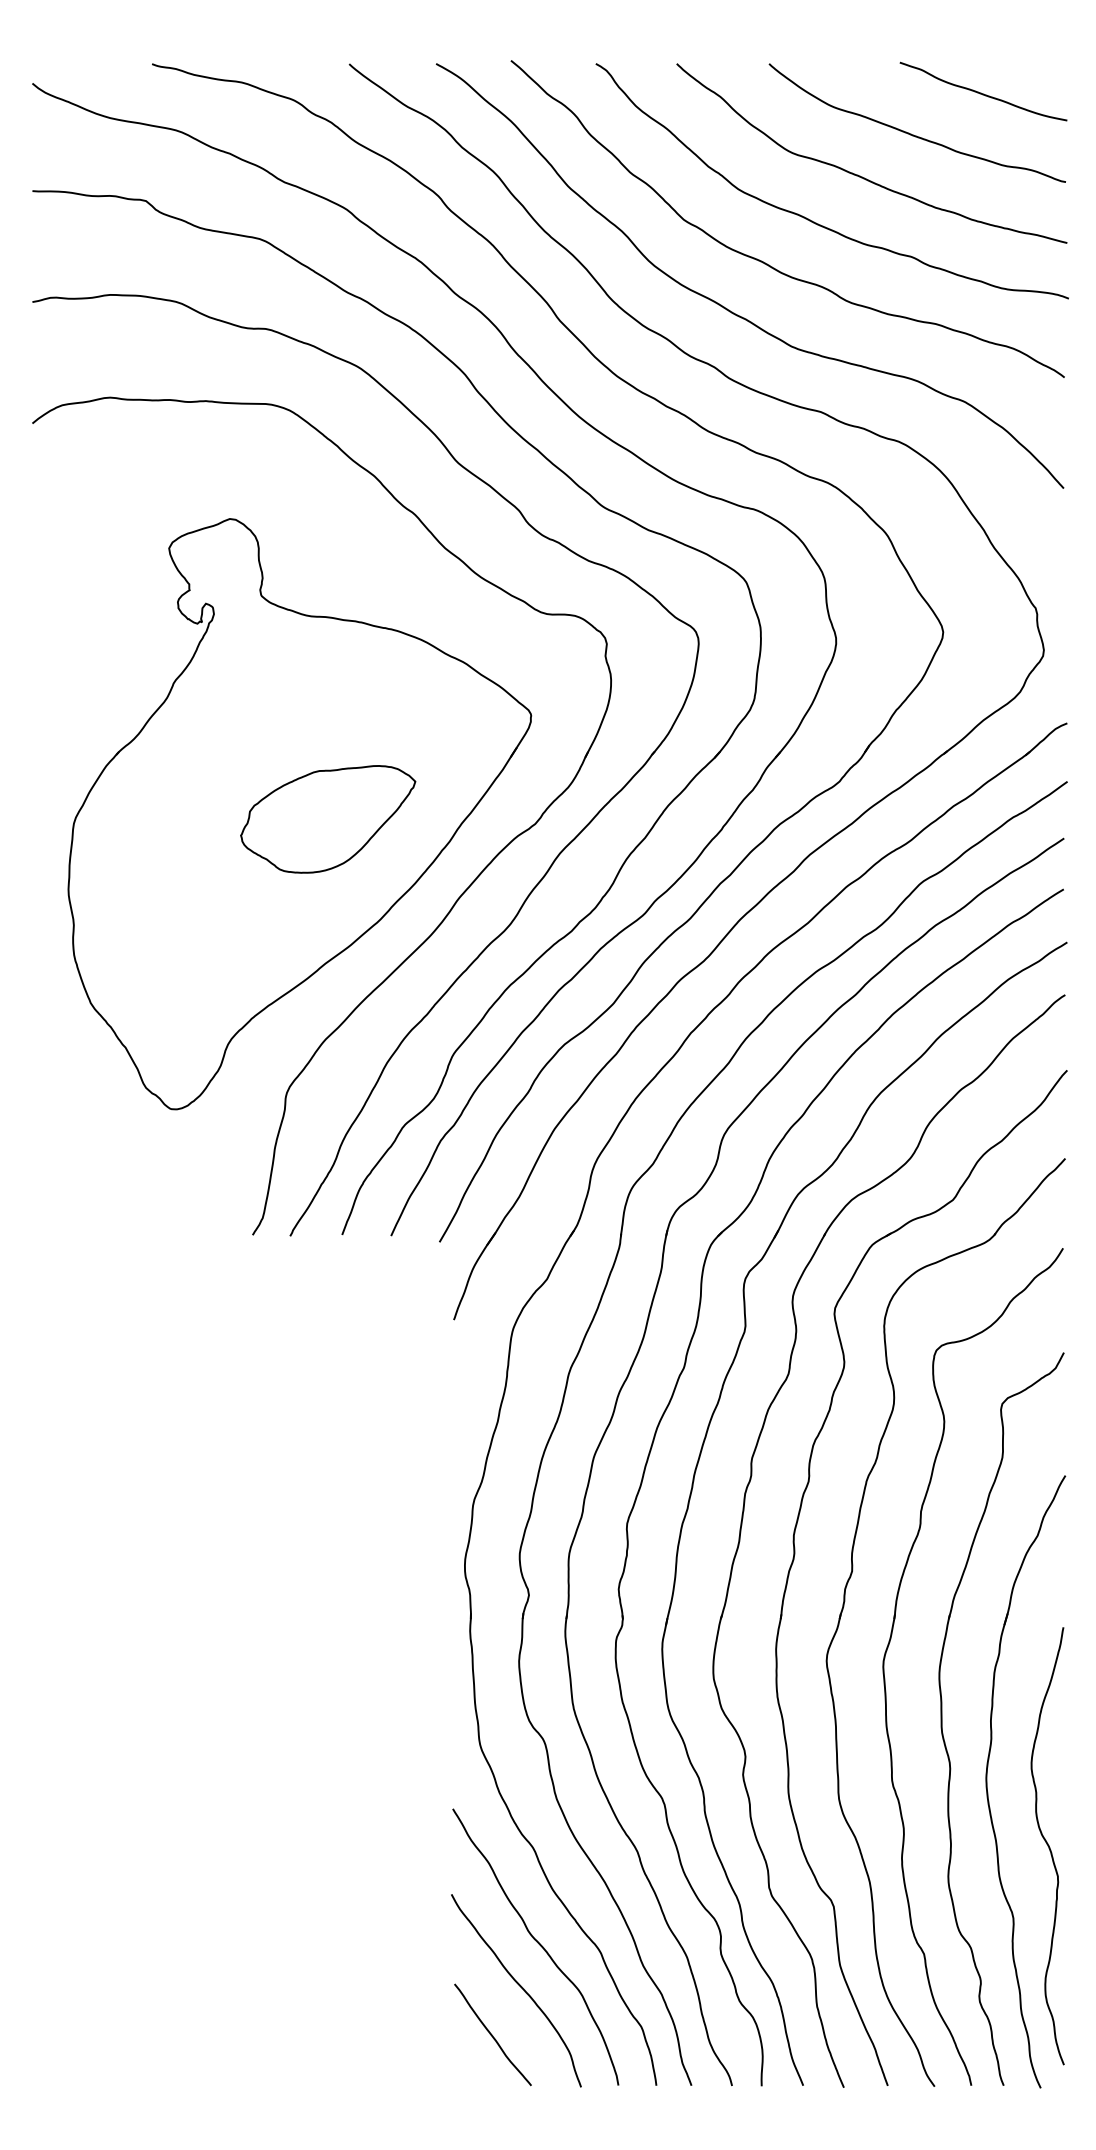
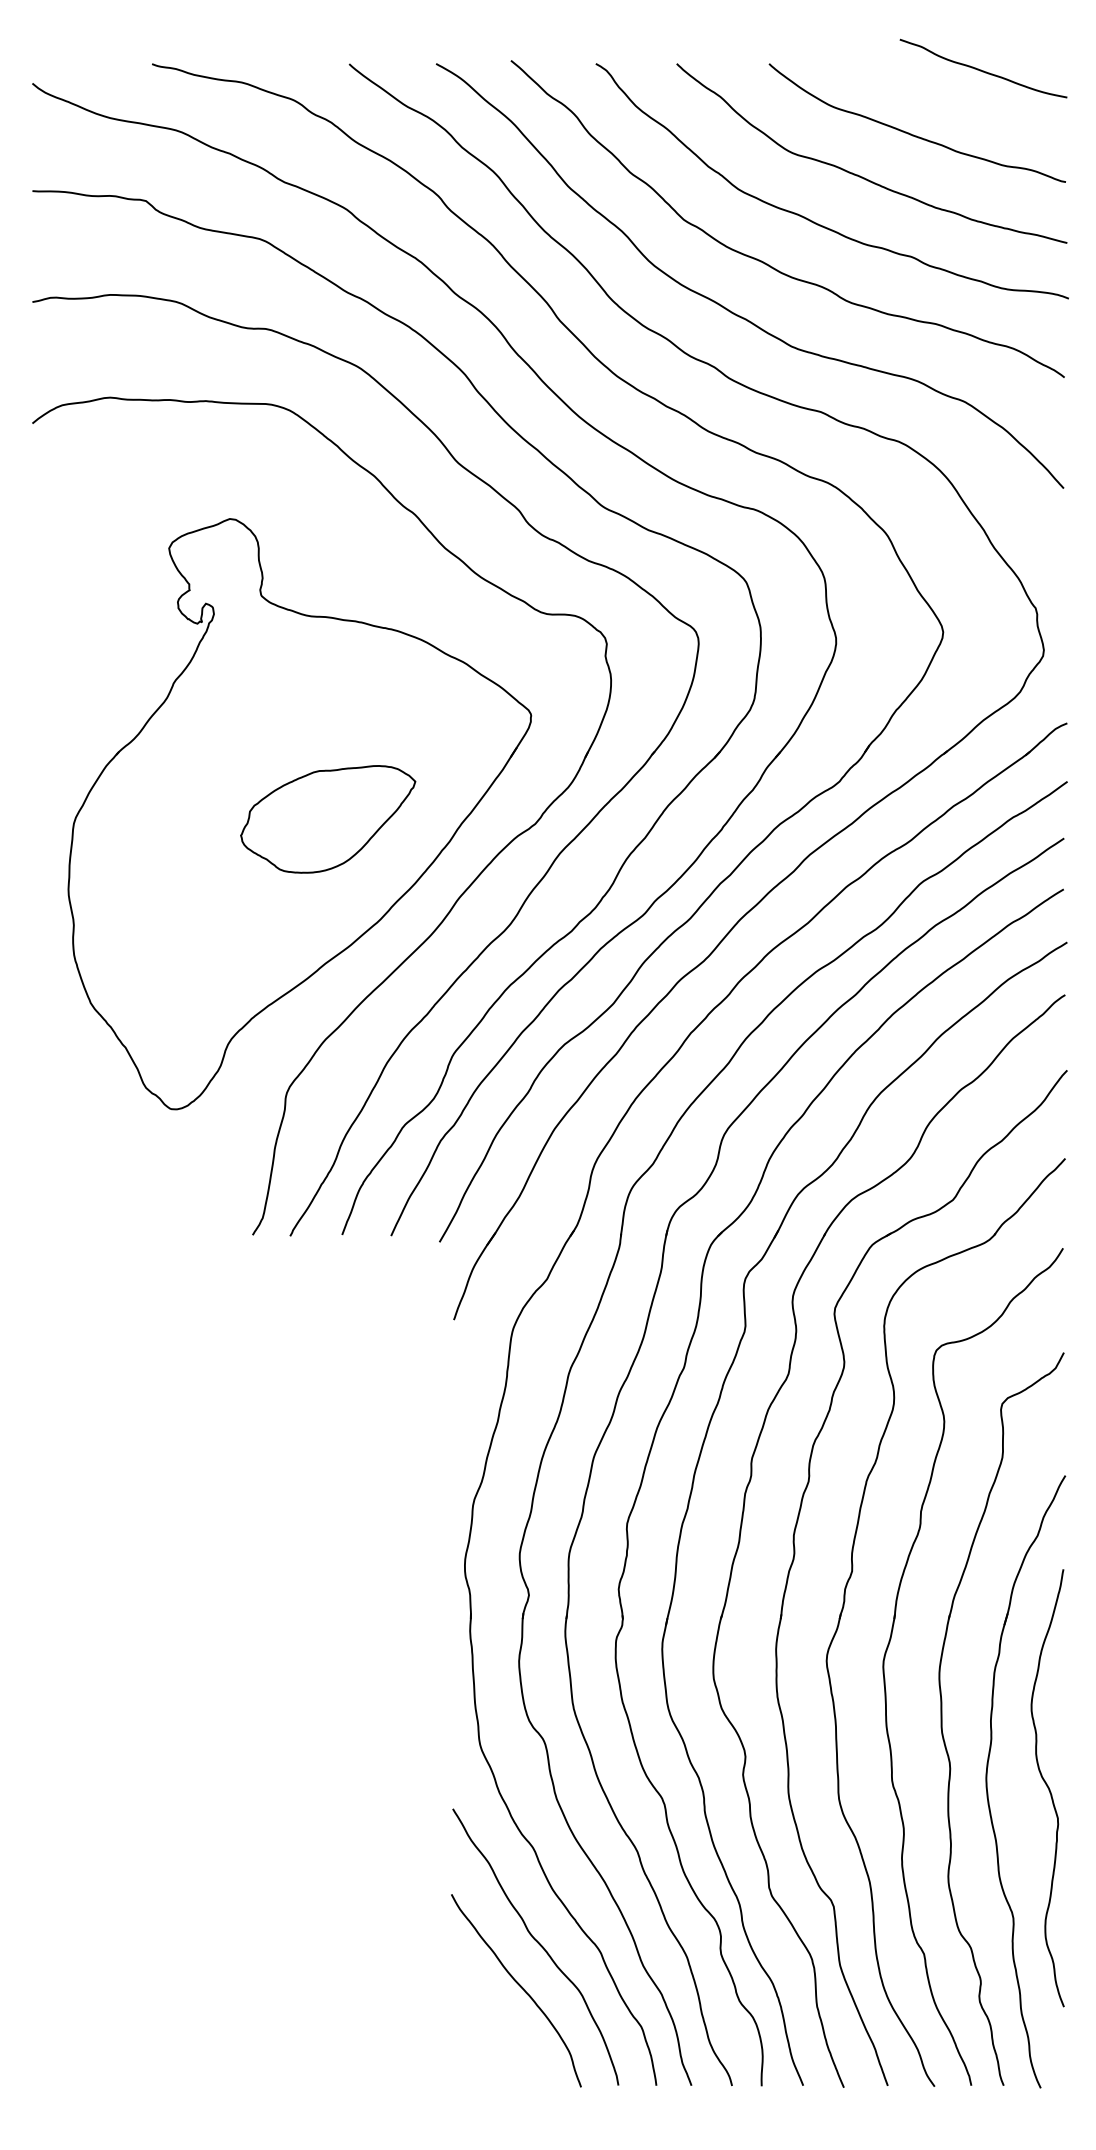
curve at (983, 93) position: (983, 93) -> (983, 70)
curve at (1047, 1846) position: (1047, 1846) -> (1047, 1788)
curve at (492, 2034): present -> none
